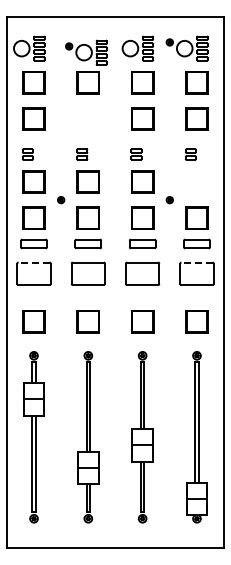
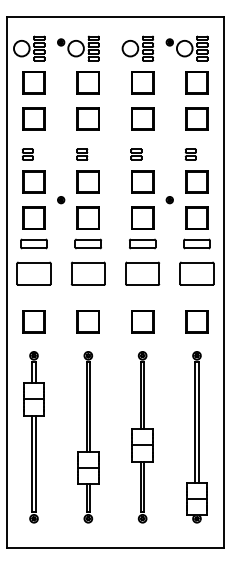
part at (86, 52) position: (86, 52) -> (78, 48)
part at (87, 118): none -> present
part at (196, 181): none -> present
line at (34, 262): dashed -> solid
line at (196, 262): dashed -> solid
